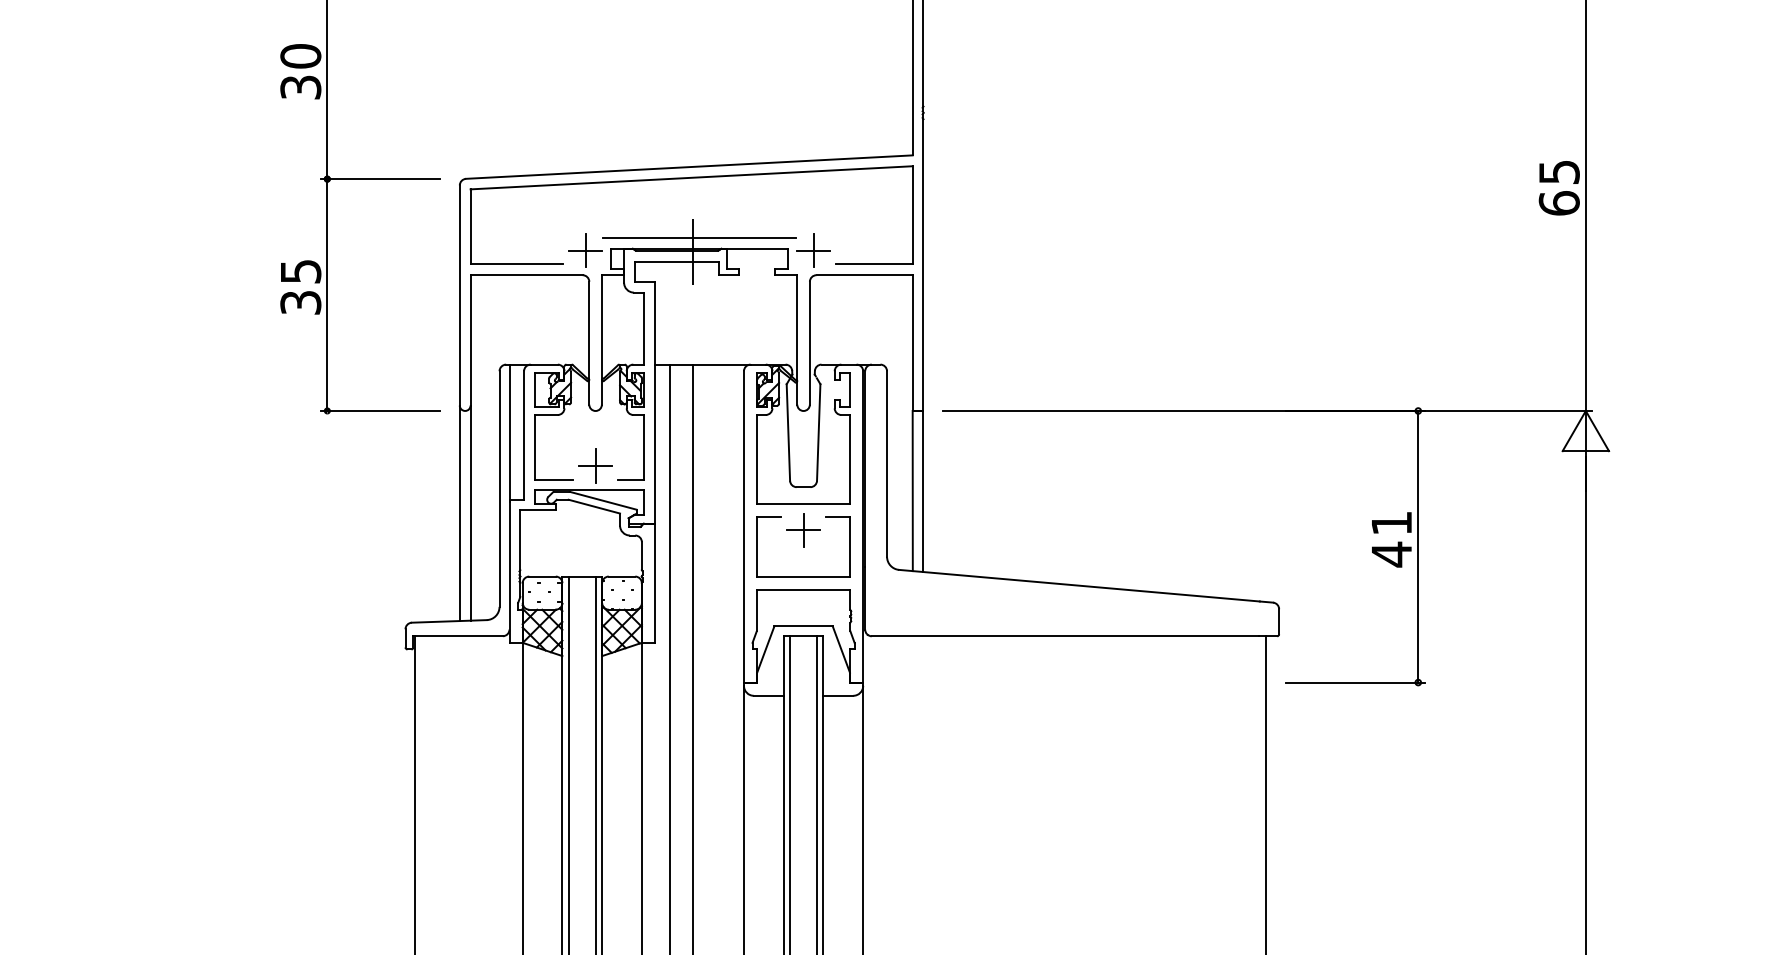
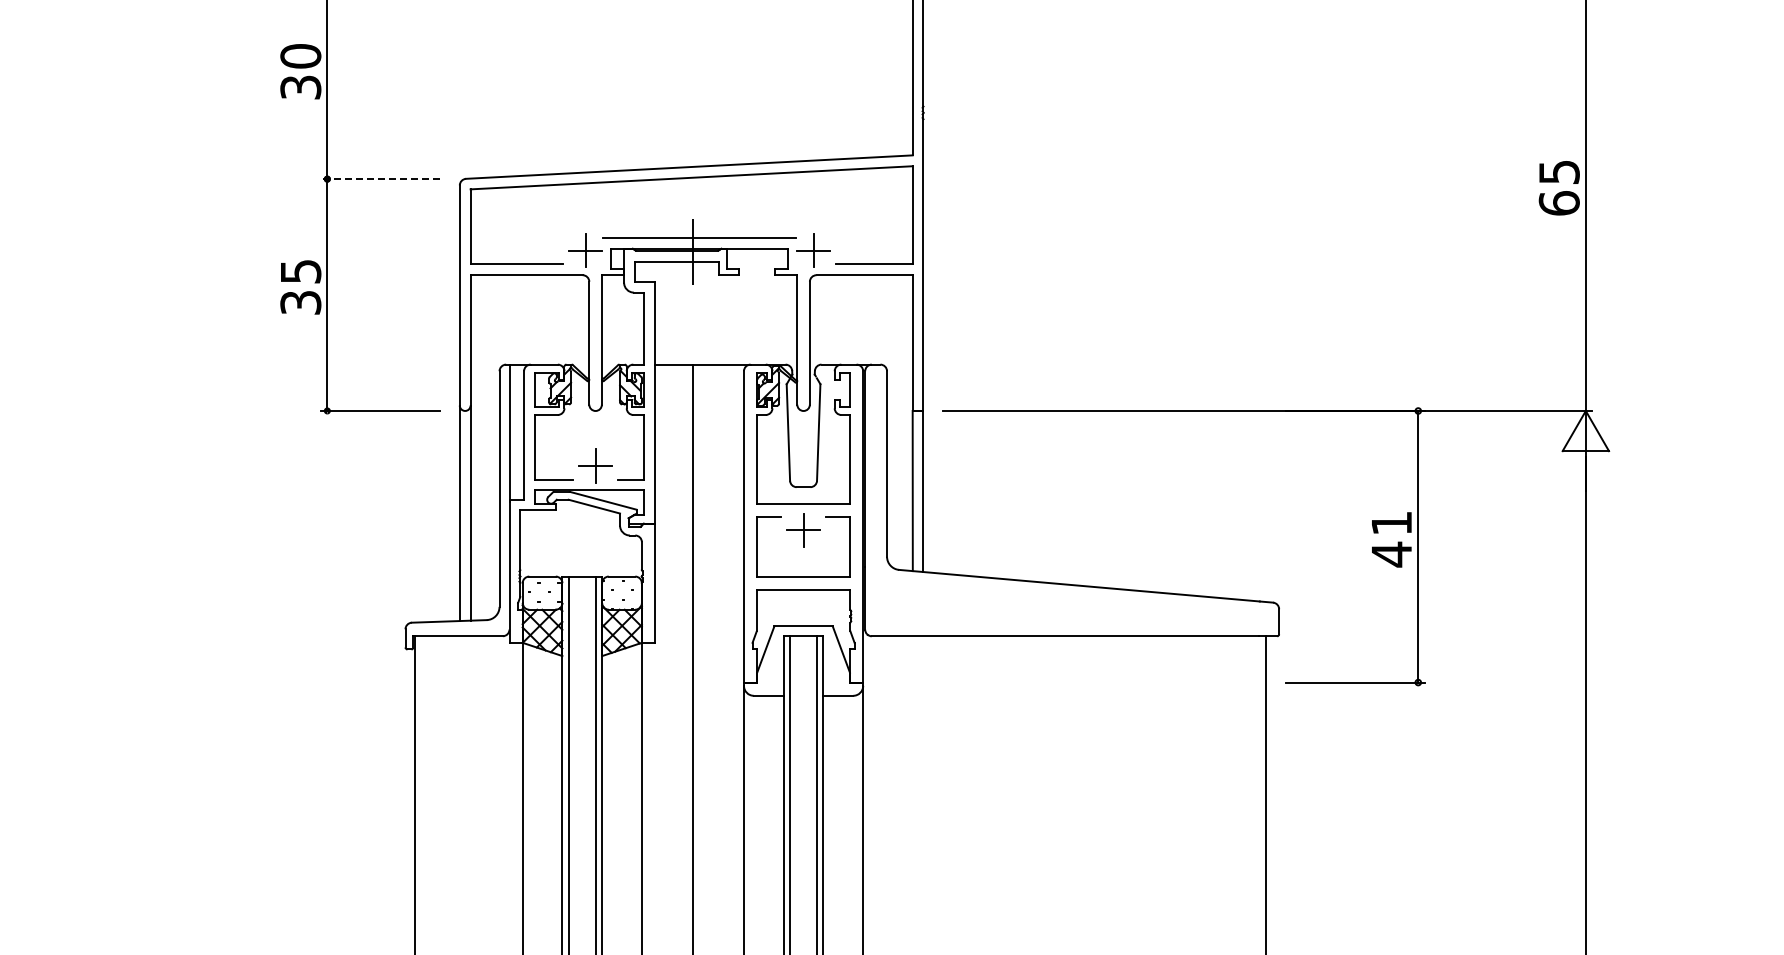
line at (380, 179): solid -> dashed
line at (669, 657): present -> none
